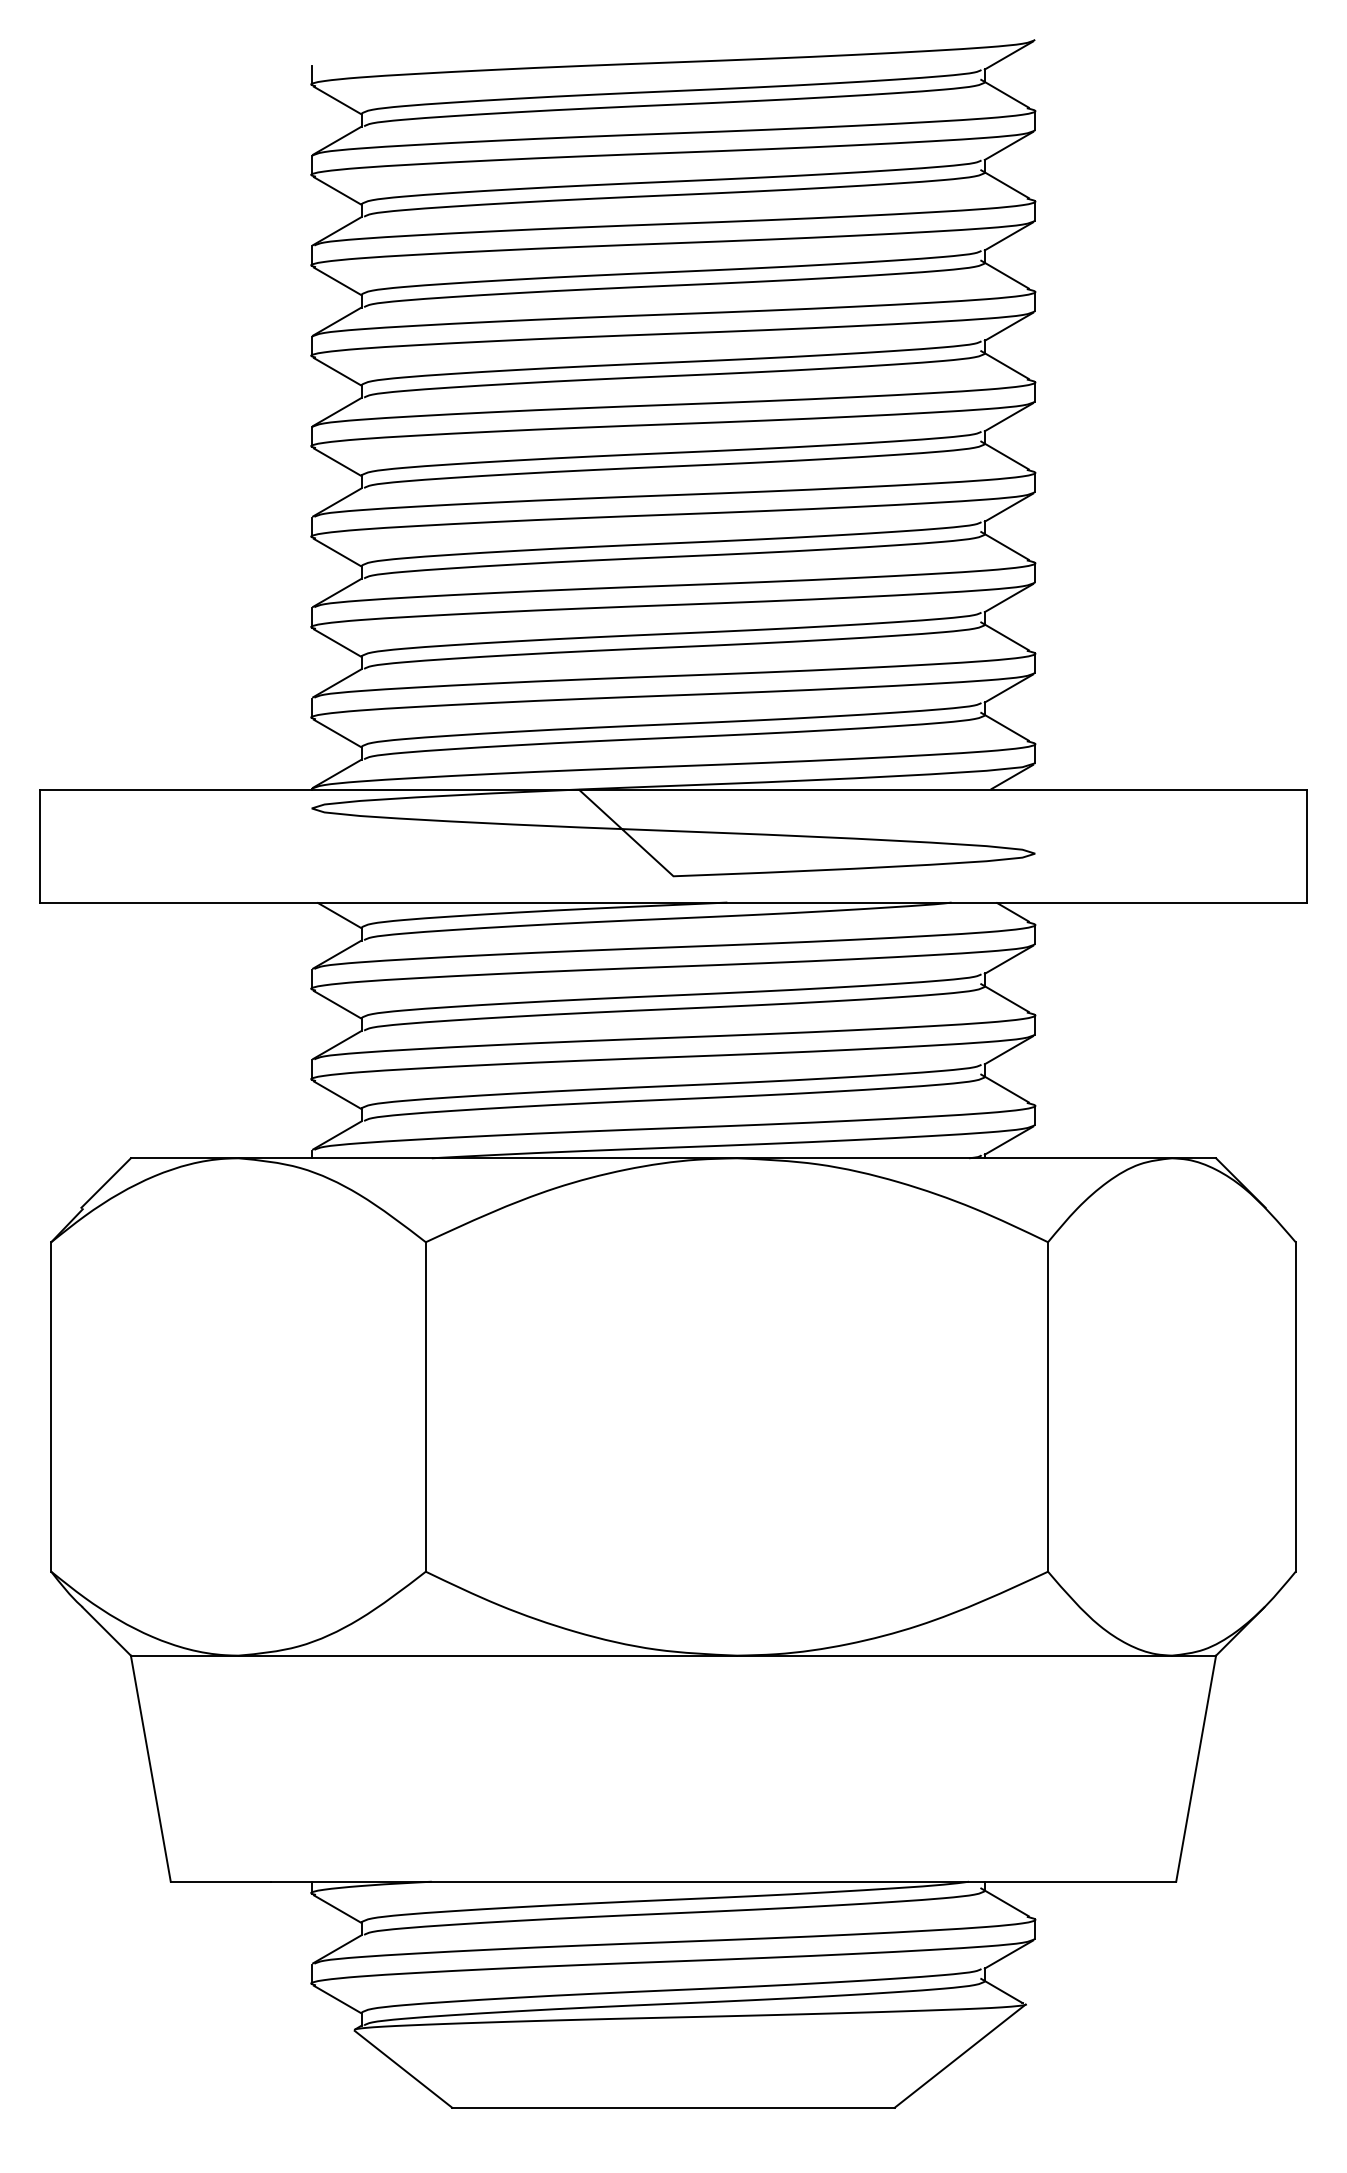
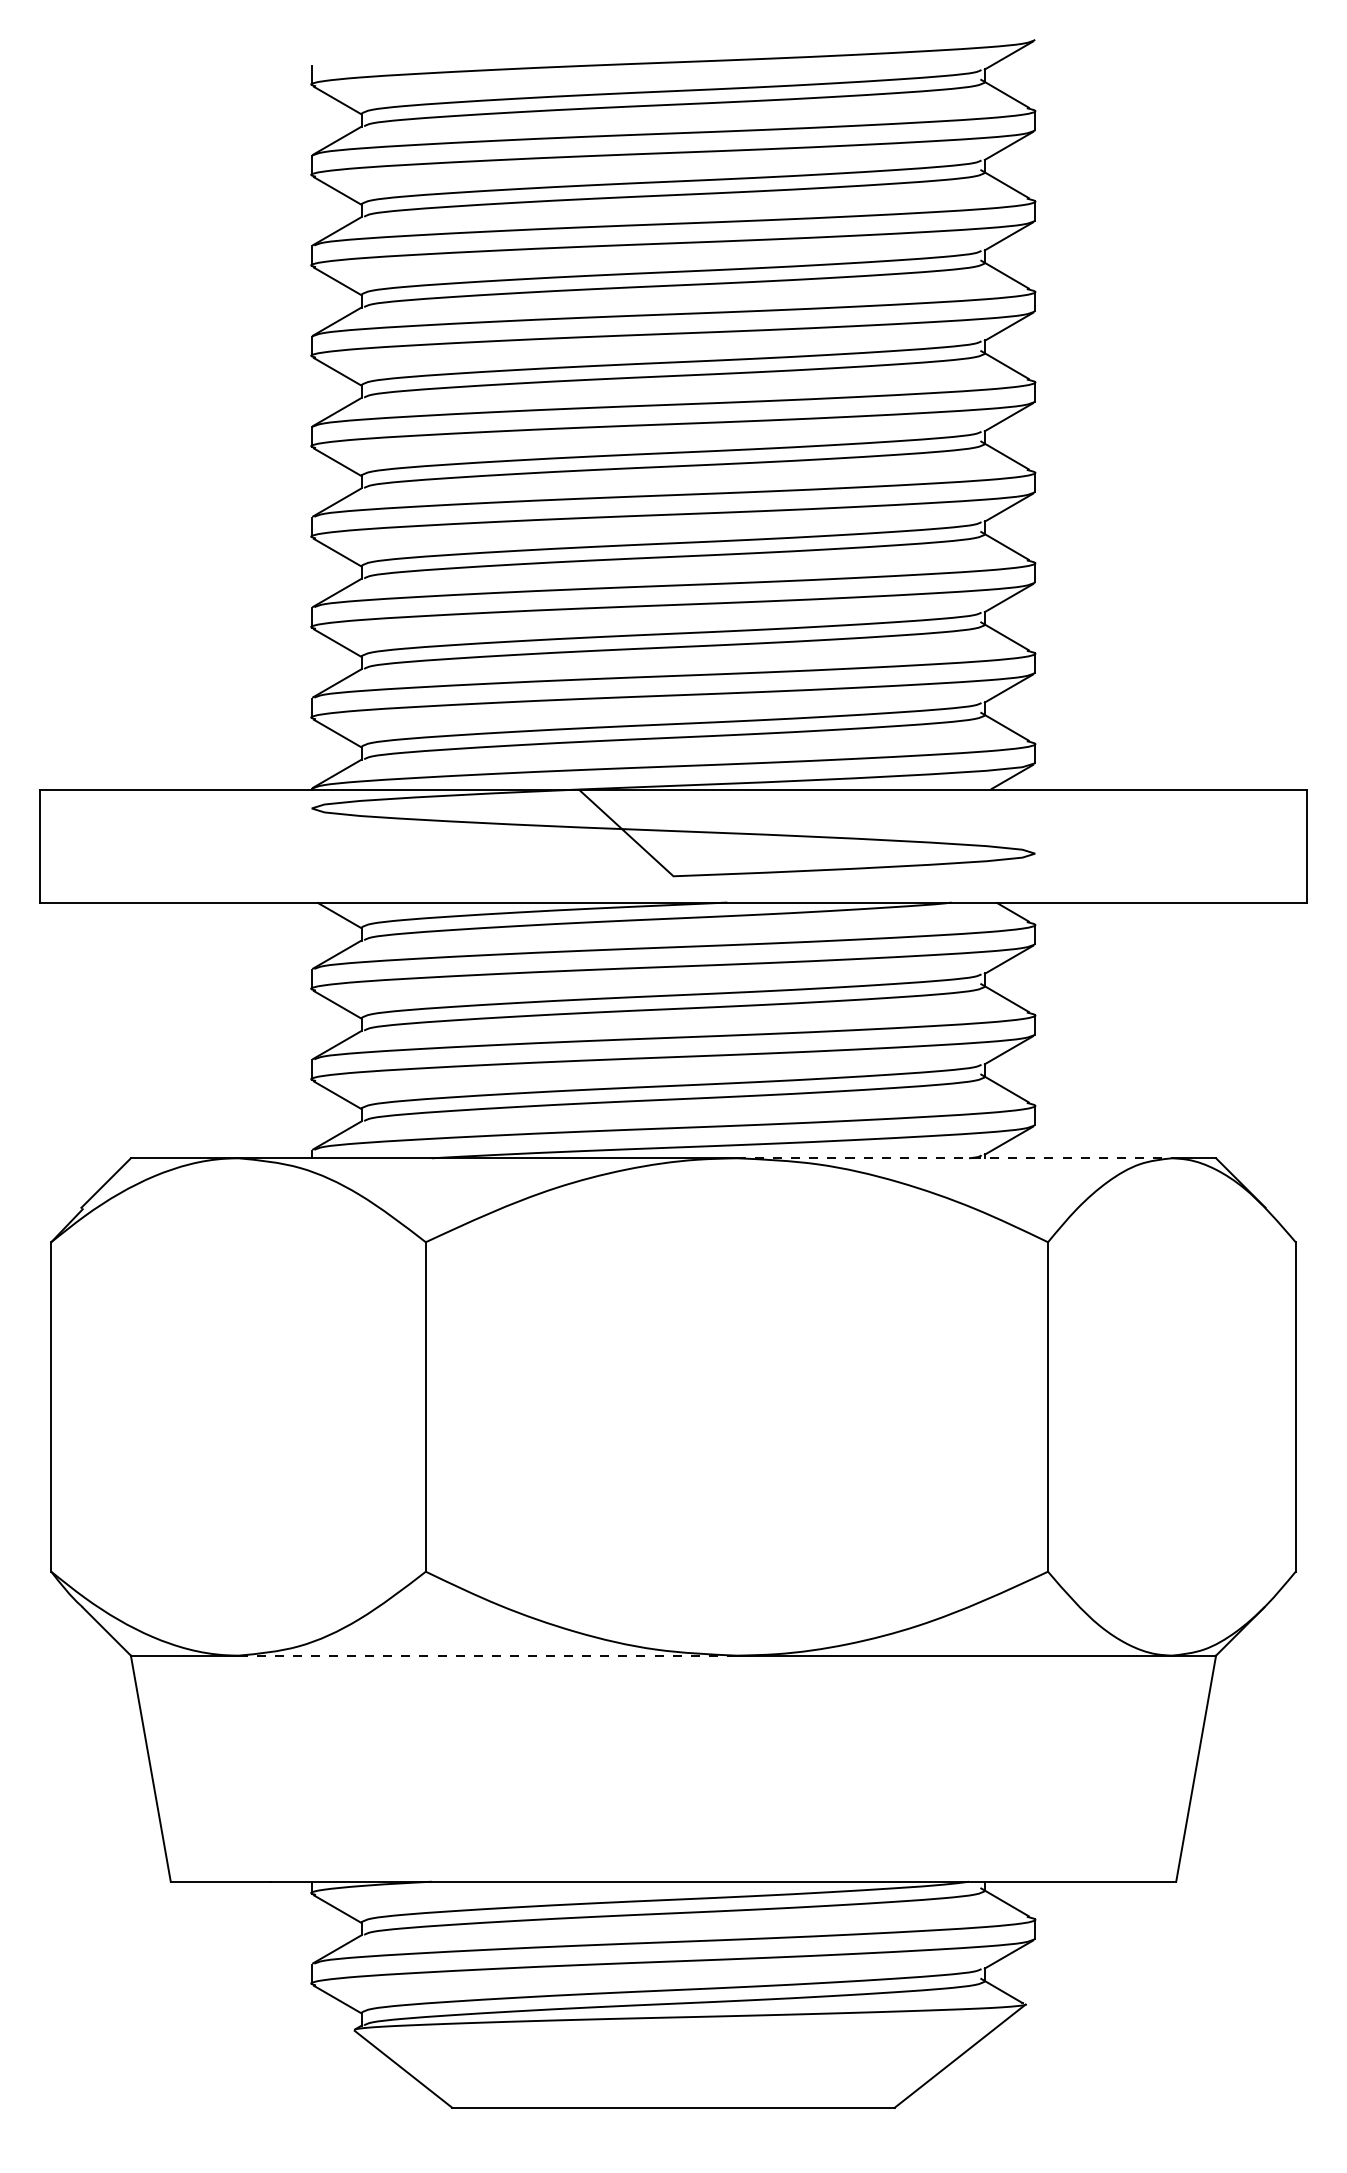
line at (954, 1158): solid -> dashed
line at (488, 1655): solid -> dashed
